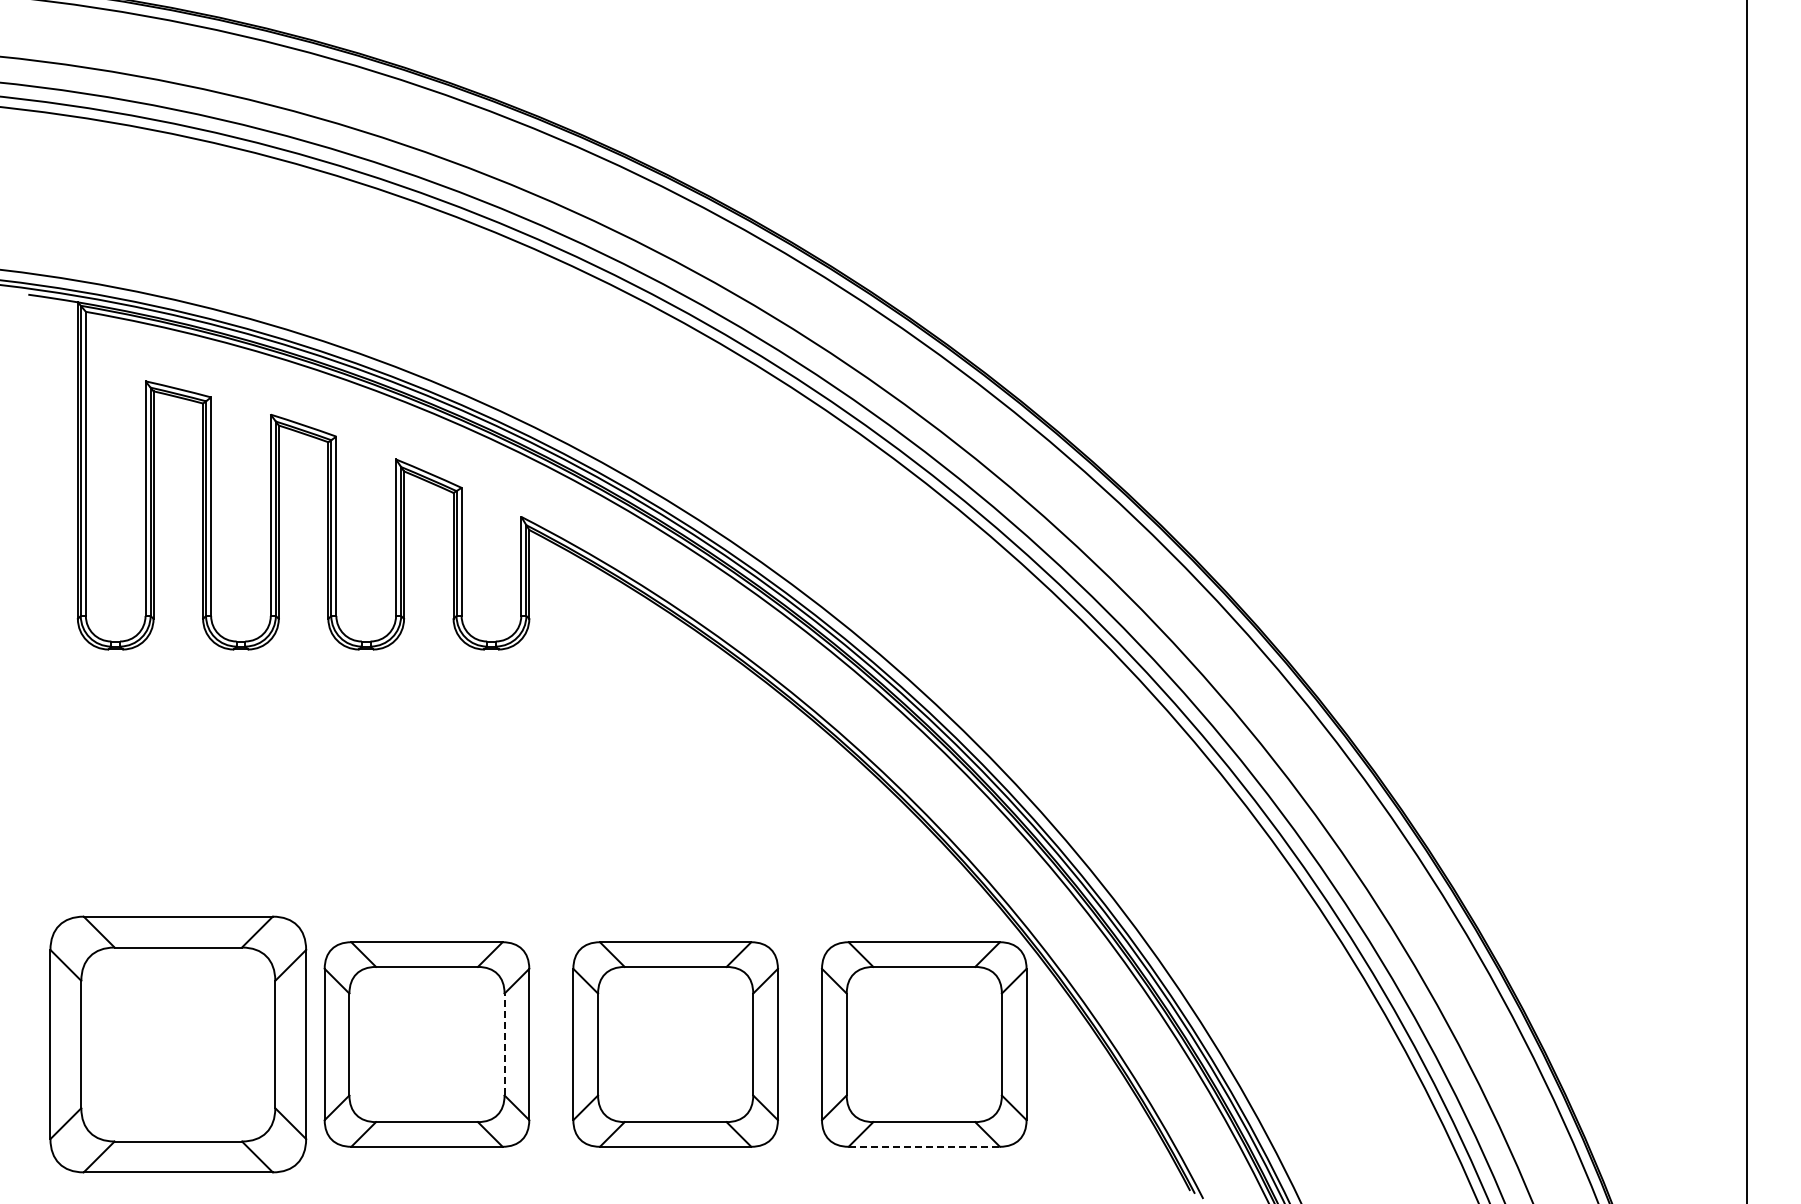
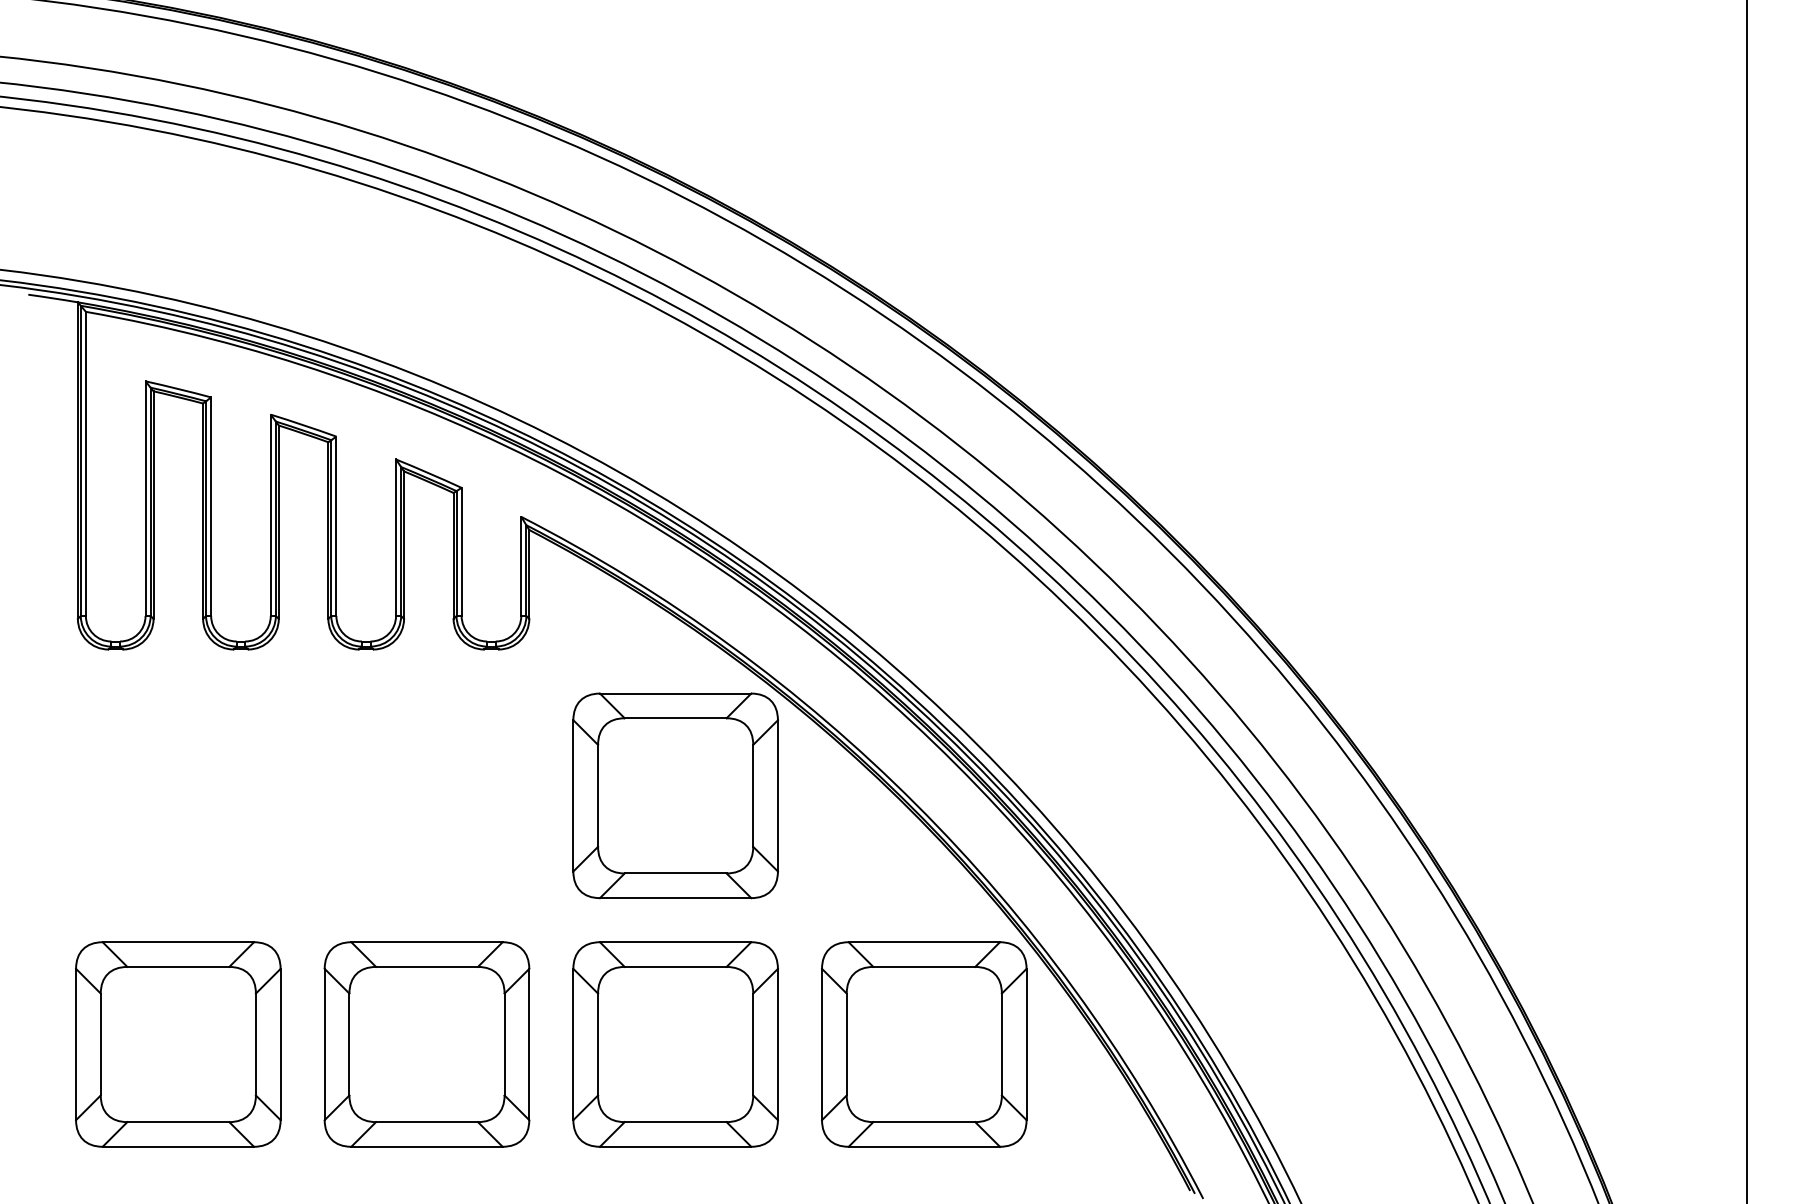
part at (675, 795): none -> present
part at (178, 1044) size: 259x259 px -> 207x207 px
line at (504, 1044): dashed -> solid
line at (924, 1146): dashed -> solid
